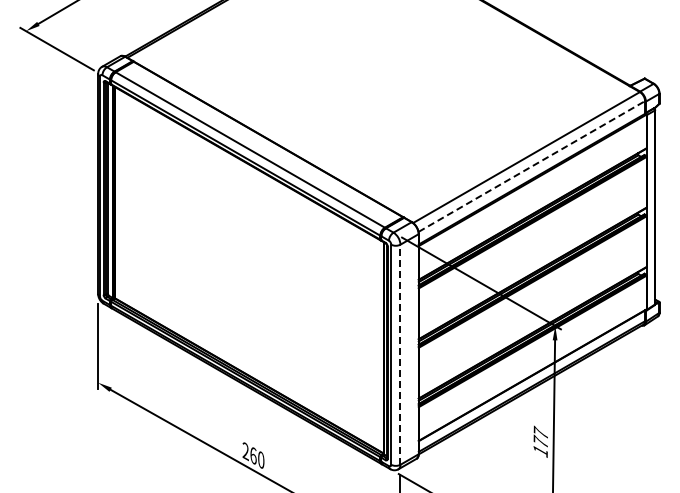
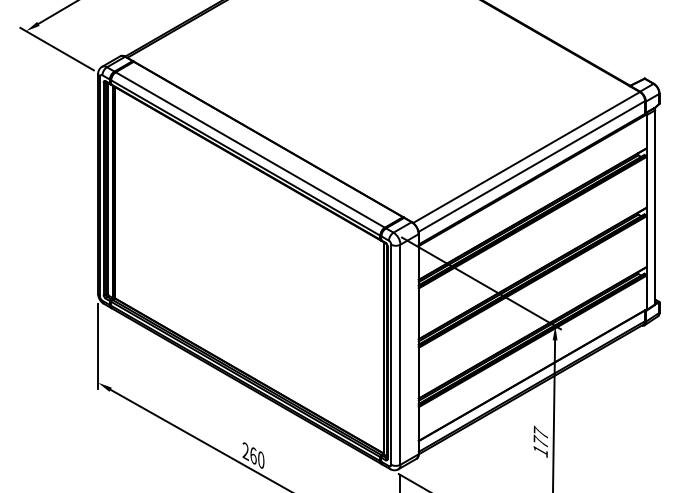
line at (531, 166): dashed -> solid
line at (400, 354): dashed -> solid
